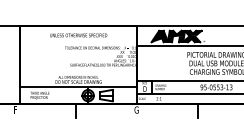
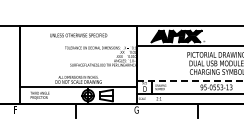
line at (190, 80): solid -> dashed
